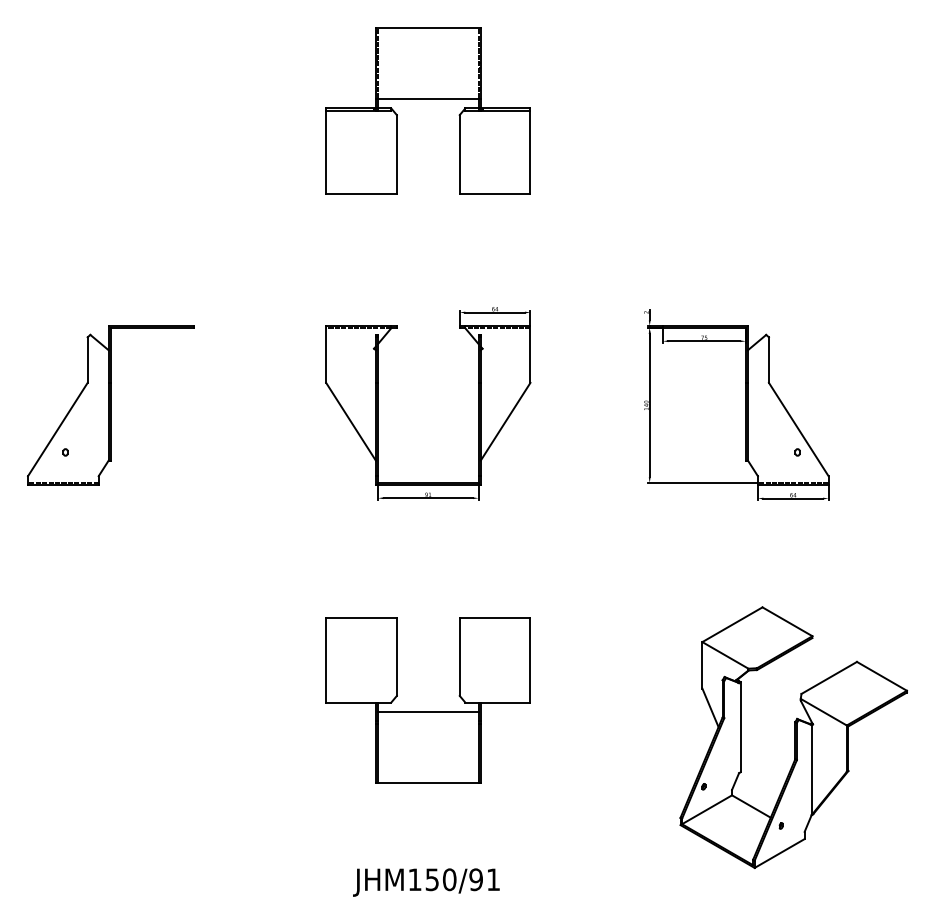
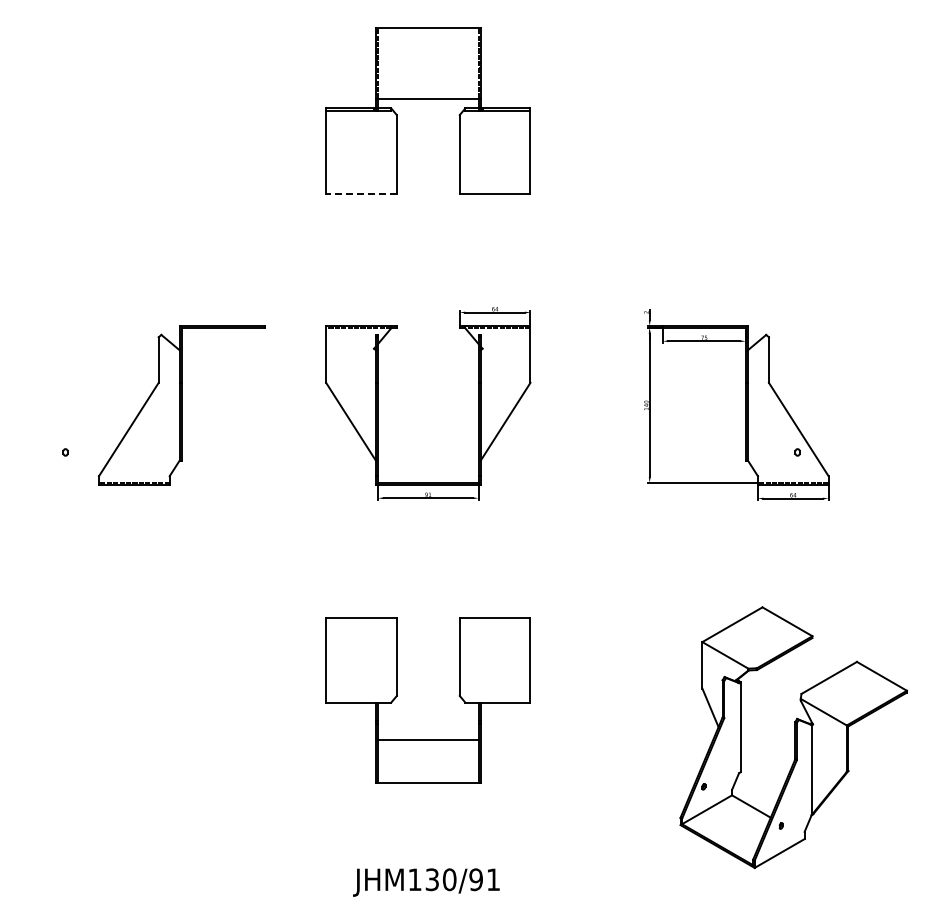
line at (361, 193): solid -> dashed
part at (110, 405) position: (110, 405) -> (181, 405)
line at (428, 712) position: (428, 712) -> (428, 740)
text at (432, 879): JHM150/91 -> JHM130/91
